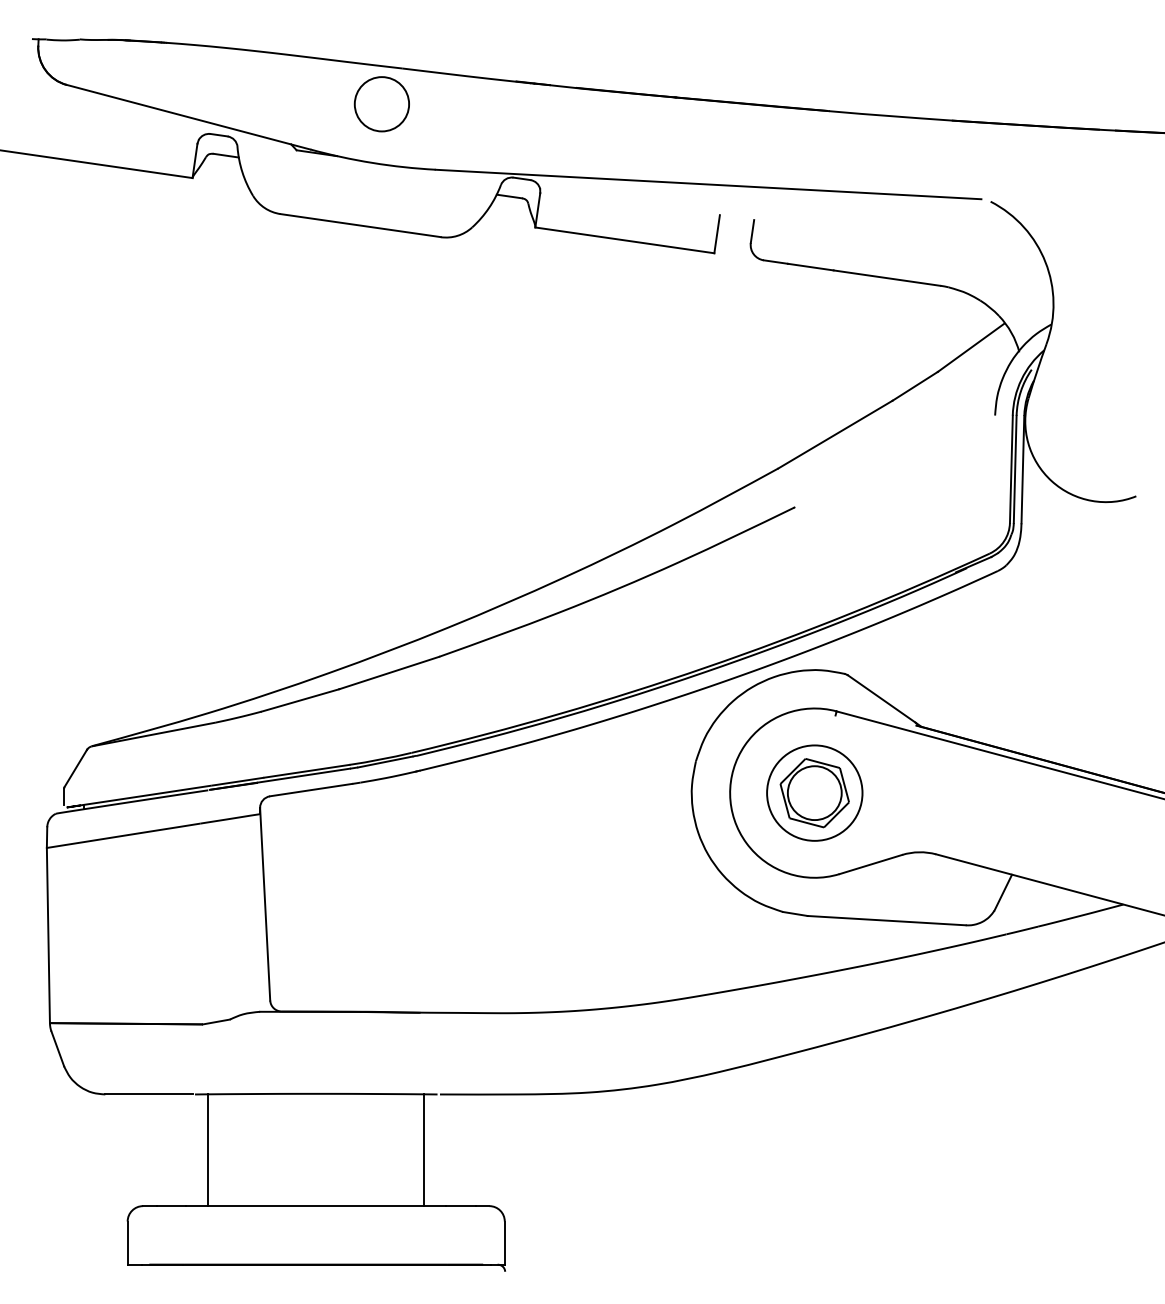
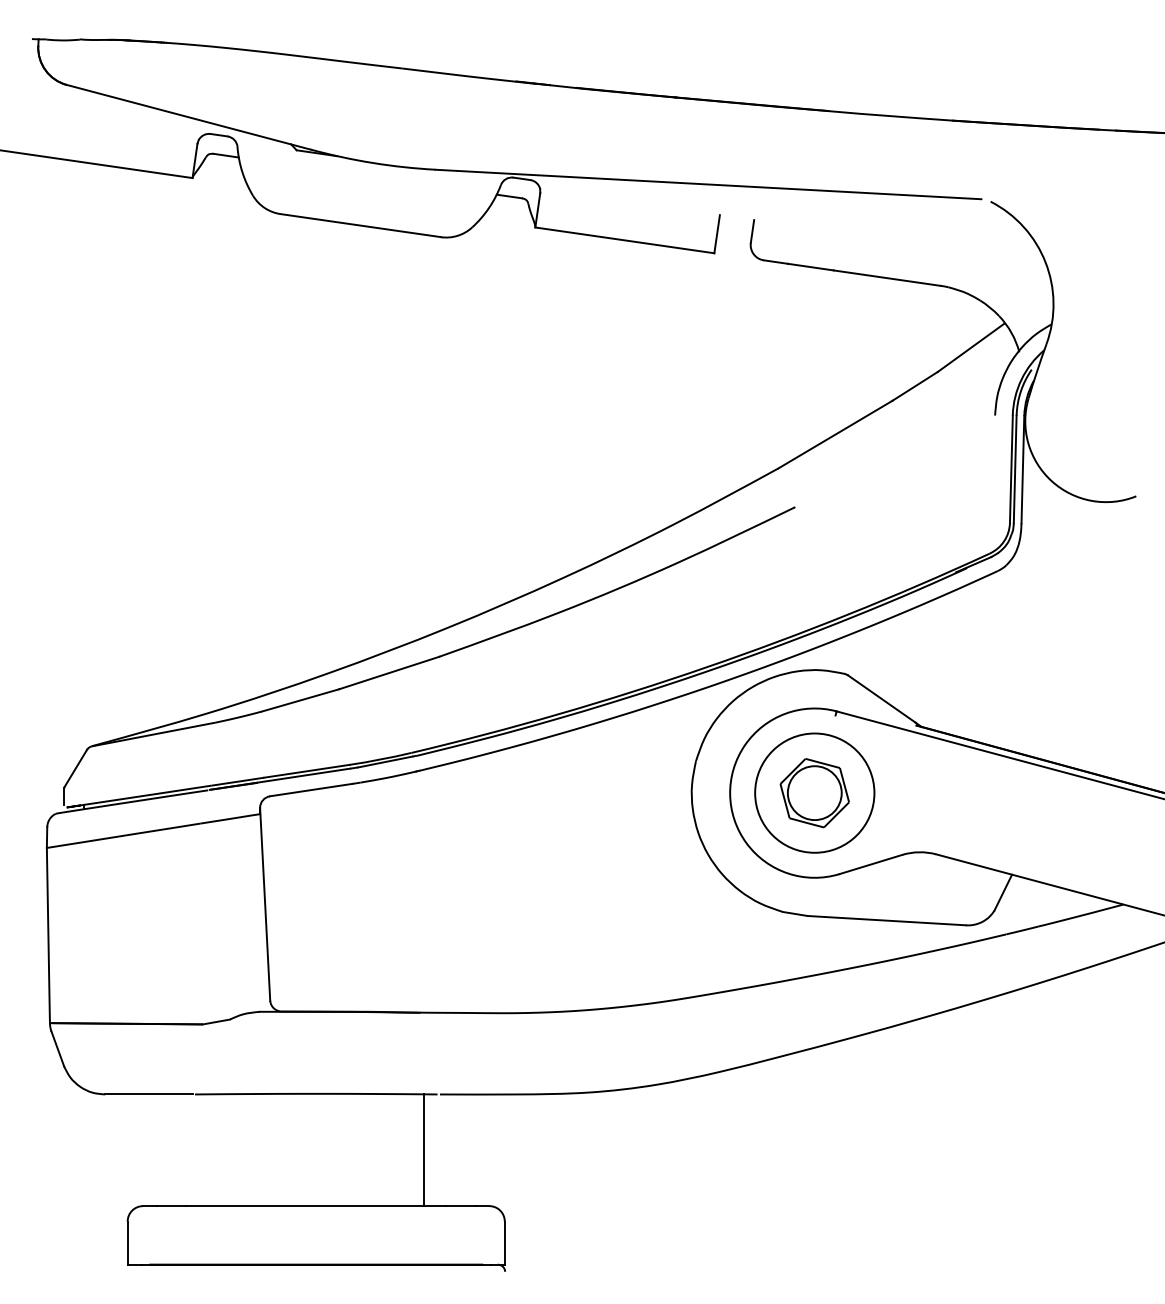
circle at (381, 104): present -> none
circle at (814, 792) diameter: 95 px -> 119 px
line at (208, 1150): present -> none
